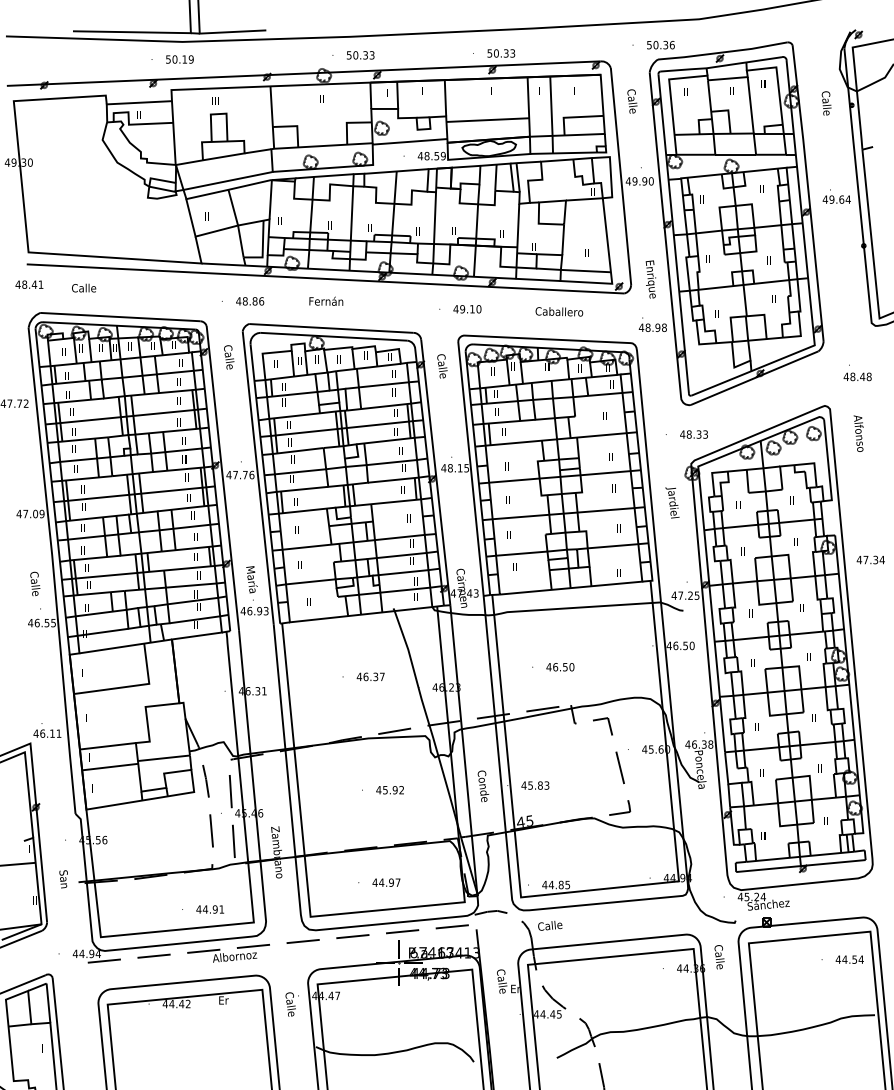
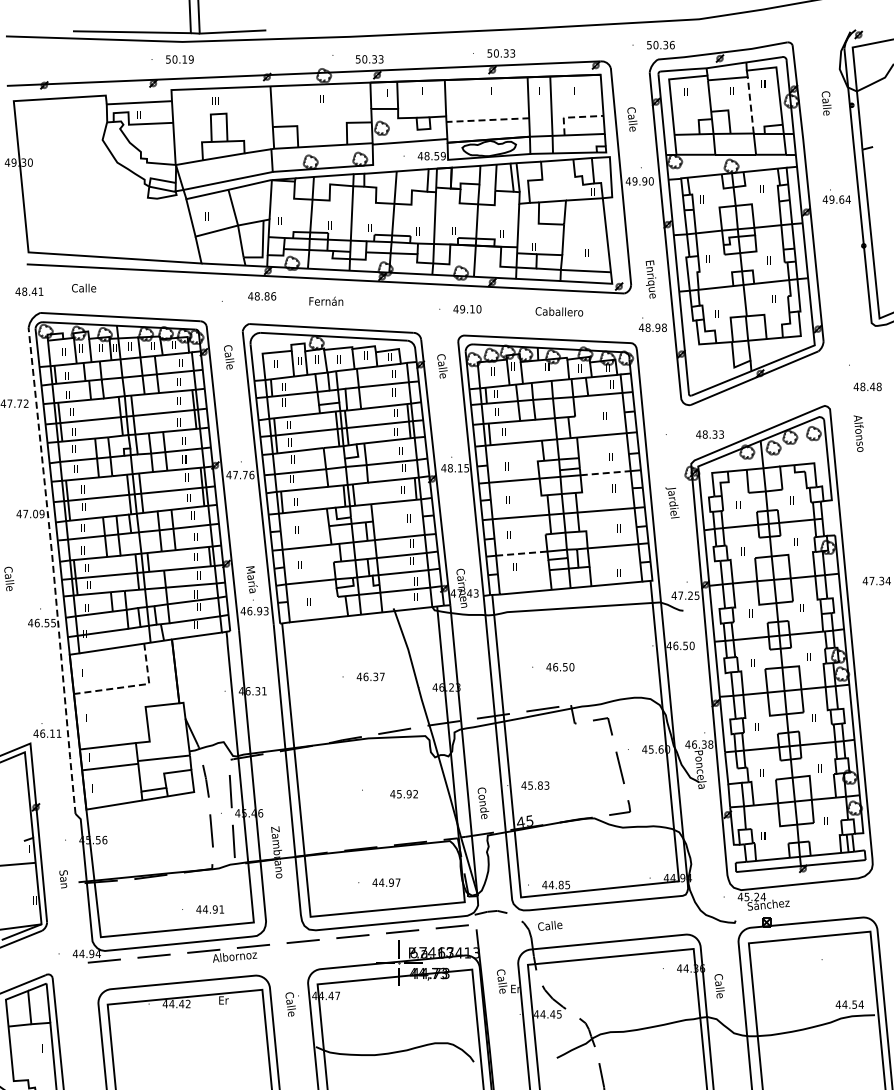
text at (360, 55) position: (360, 55) -> (369, 59)
text at (632, 101) position: (632, 101) -> (632, 119)
line at (750, 104): solid -> dashed
line at (574, 117): solid -> dashed
line at (487, 120): solid -> dashed
text at (29, 284) position: (29, 284) -> (29, 291)
text at (250, 301) position: (250, 301) -> (262, 296)
text at (857, 376) position: (857, 376) -> (867, 386)
text at (693, 434) position: (693, 434) -> (709, 434)
line at (606, 473): solid -> dashed
line at (521, 553): solid -> dashed
text at (870, 559) position: (870, 559) -> (876, 580)
line at (53, 570): solid -> dashed
text at (35, 583) position: (35, 583) -> (9, 578)
line at (131, 686): solid -> dashed
text at (483, 786) position: (483, 786) -> (483, 803)
text at (389, 790) position: (389, 790) -> (403, 794)
text at (719, 957) position: (719, 957) -> (719, 986)
text at (849, 959) position: (849, 959) -> (849, 1004)
